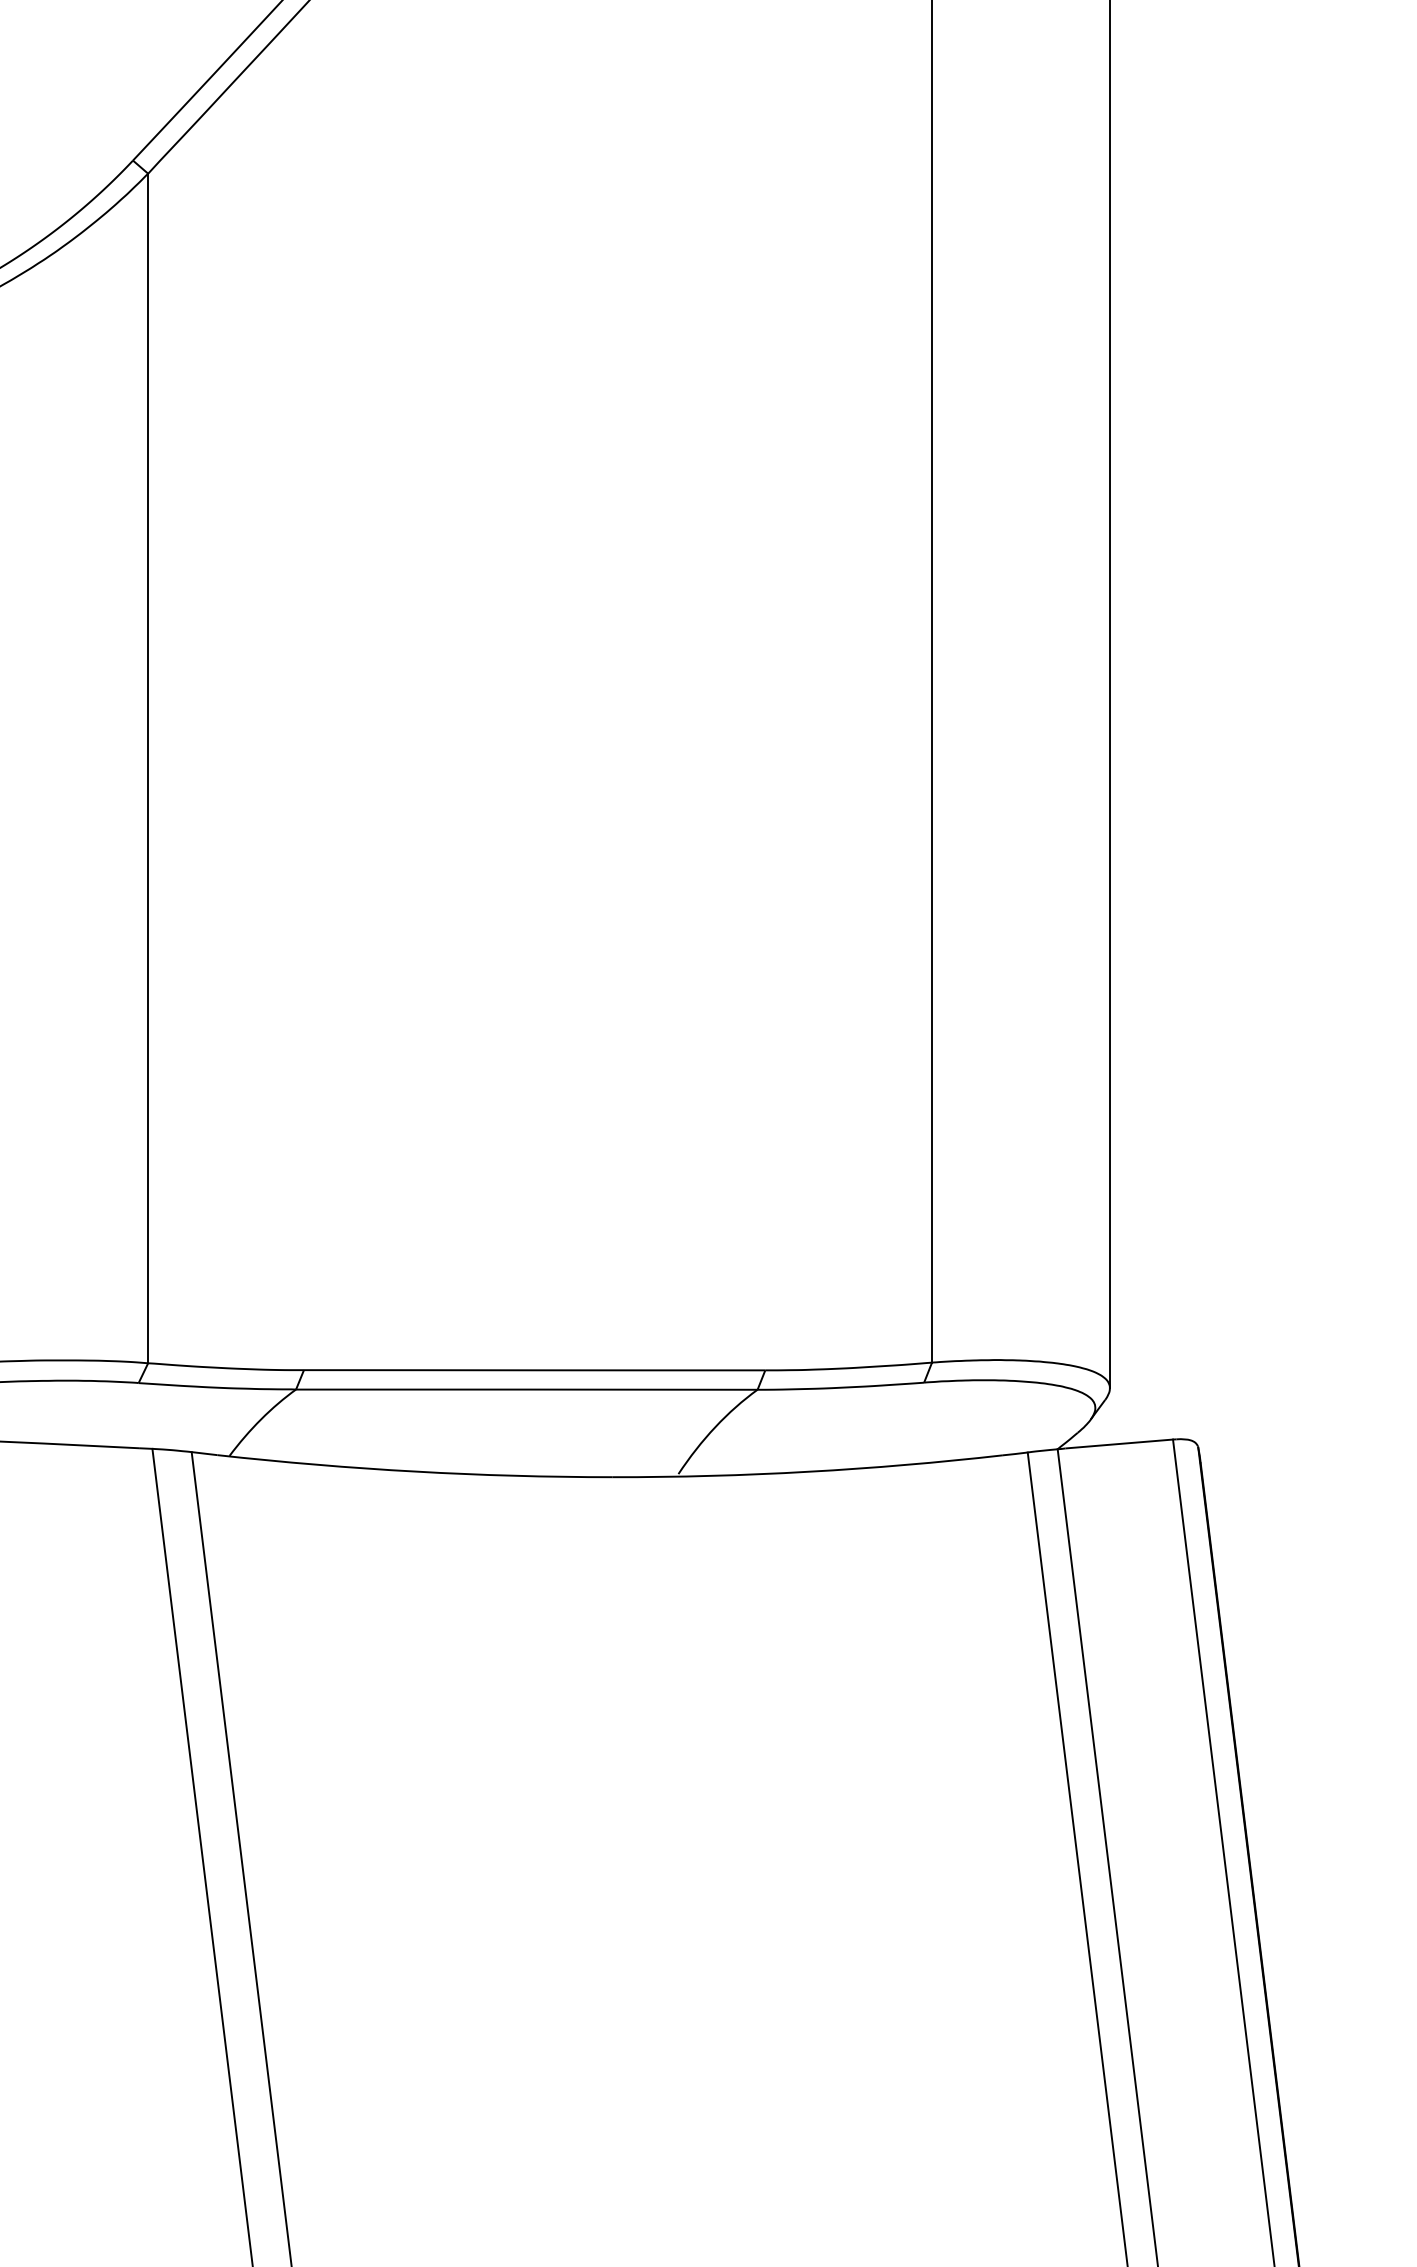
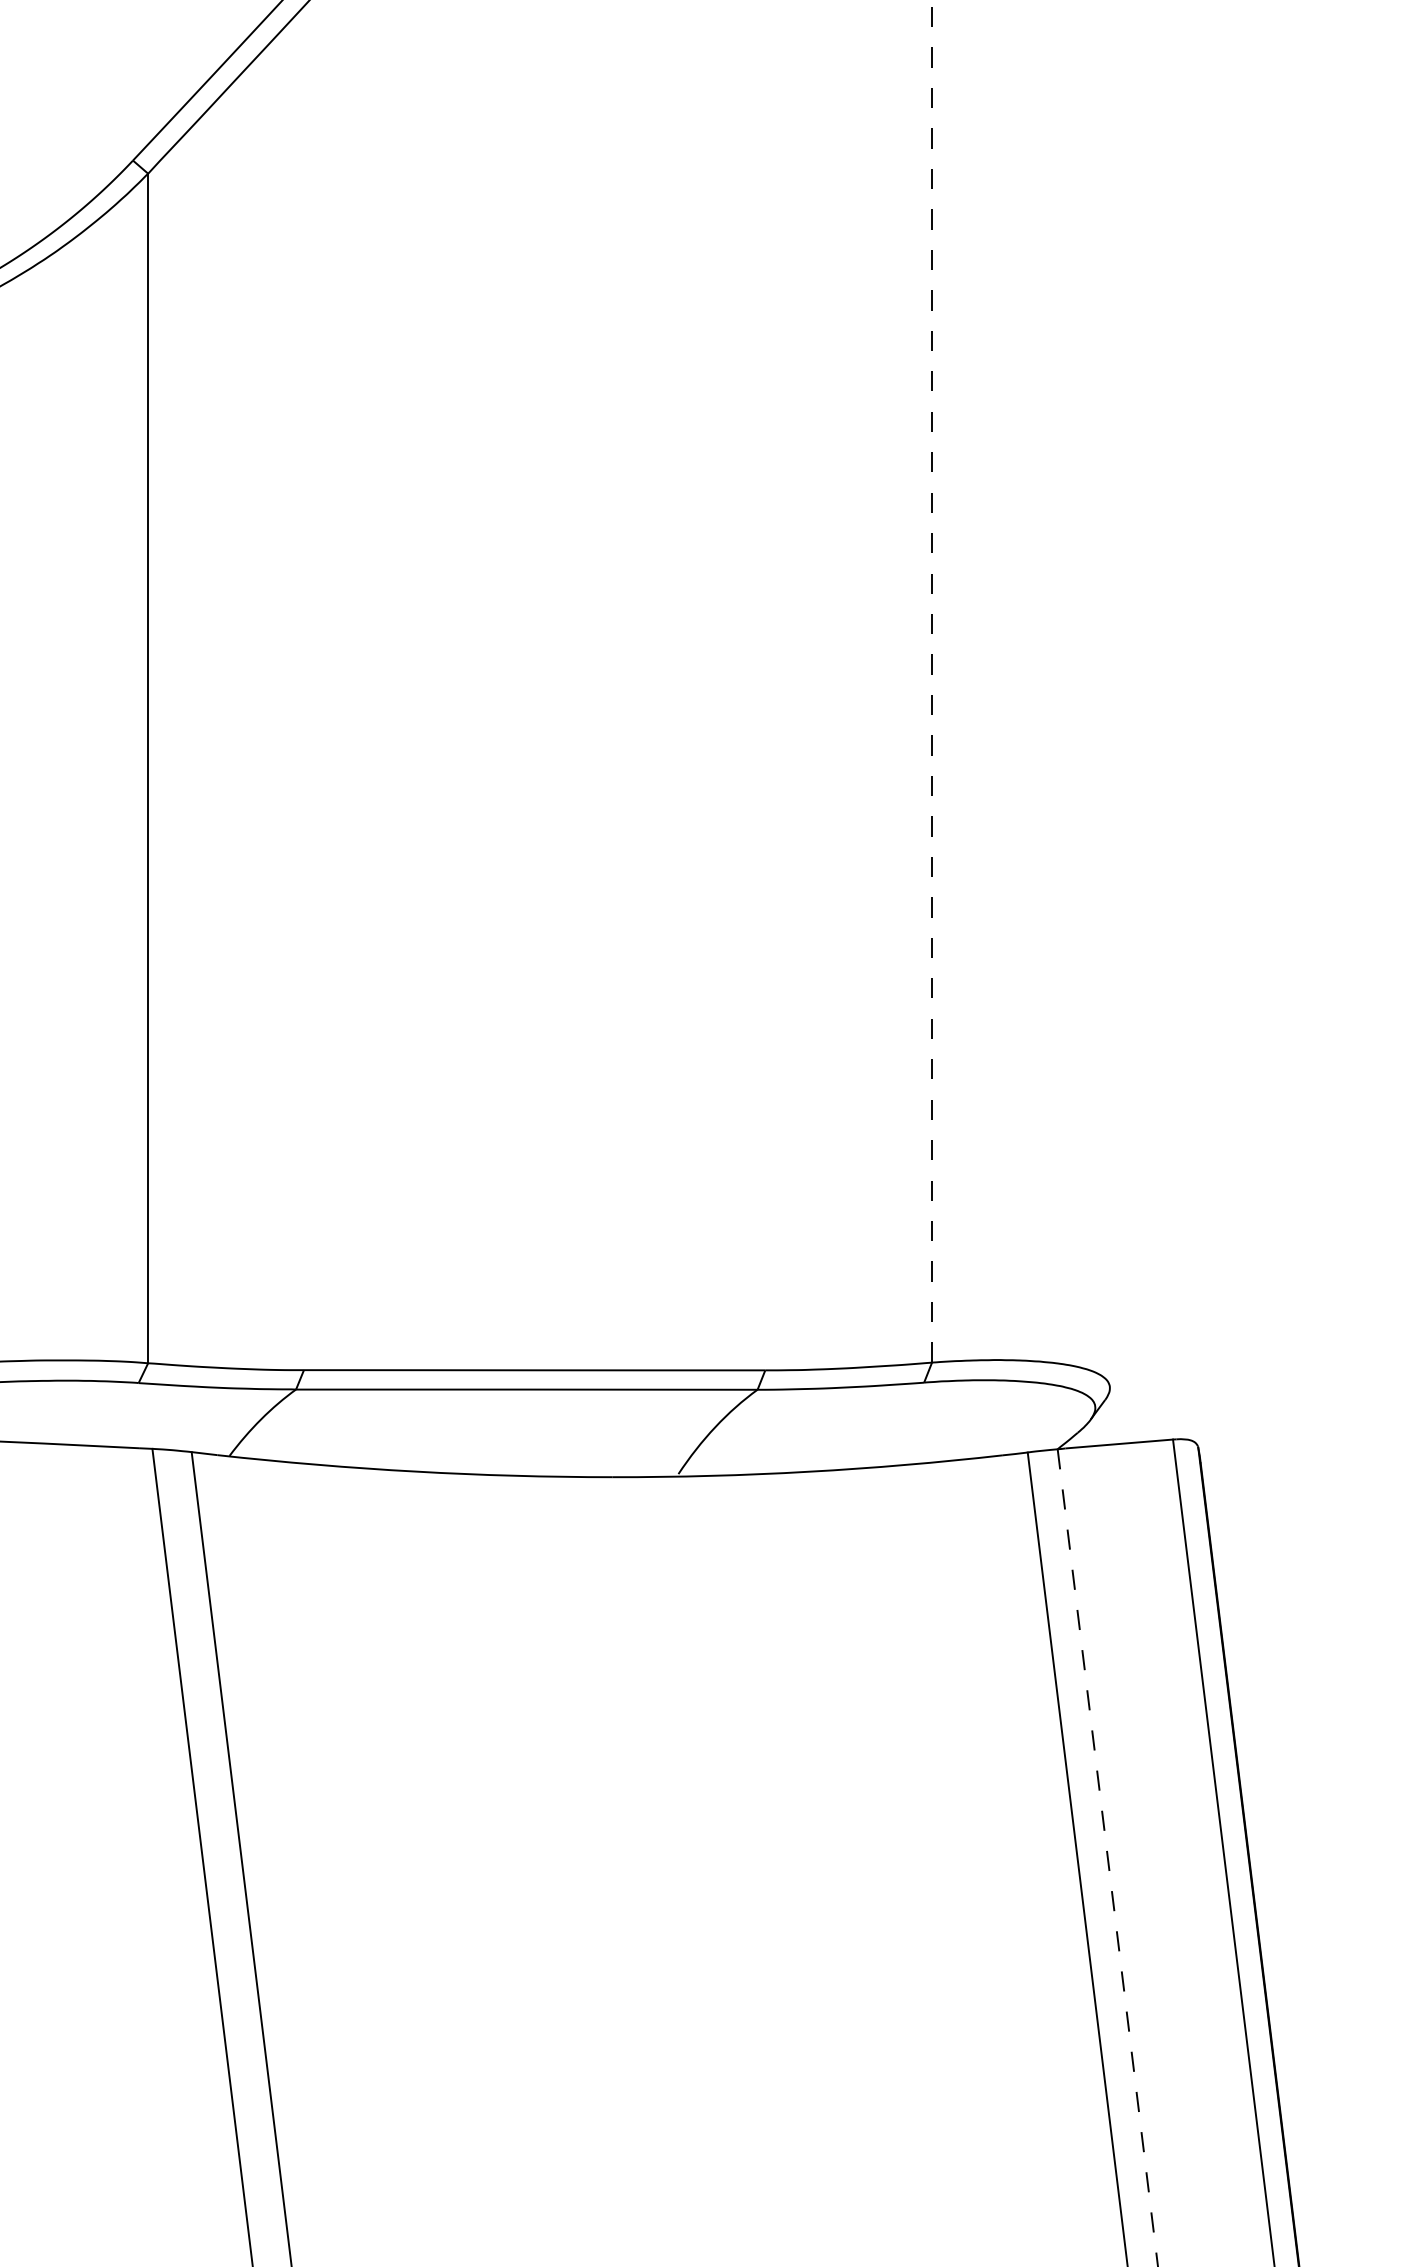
line at (932, 681): solid -> dashed
line at (1109, 695): present -> none
line at (1107, 1858): solid -> dashed
